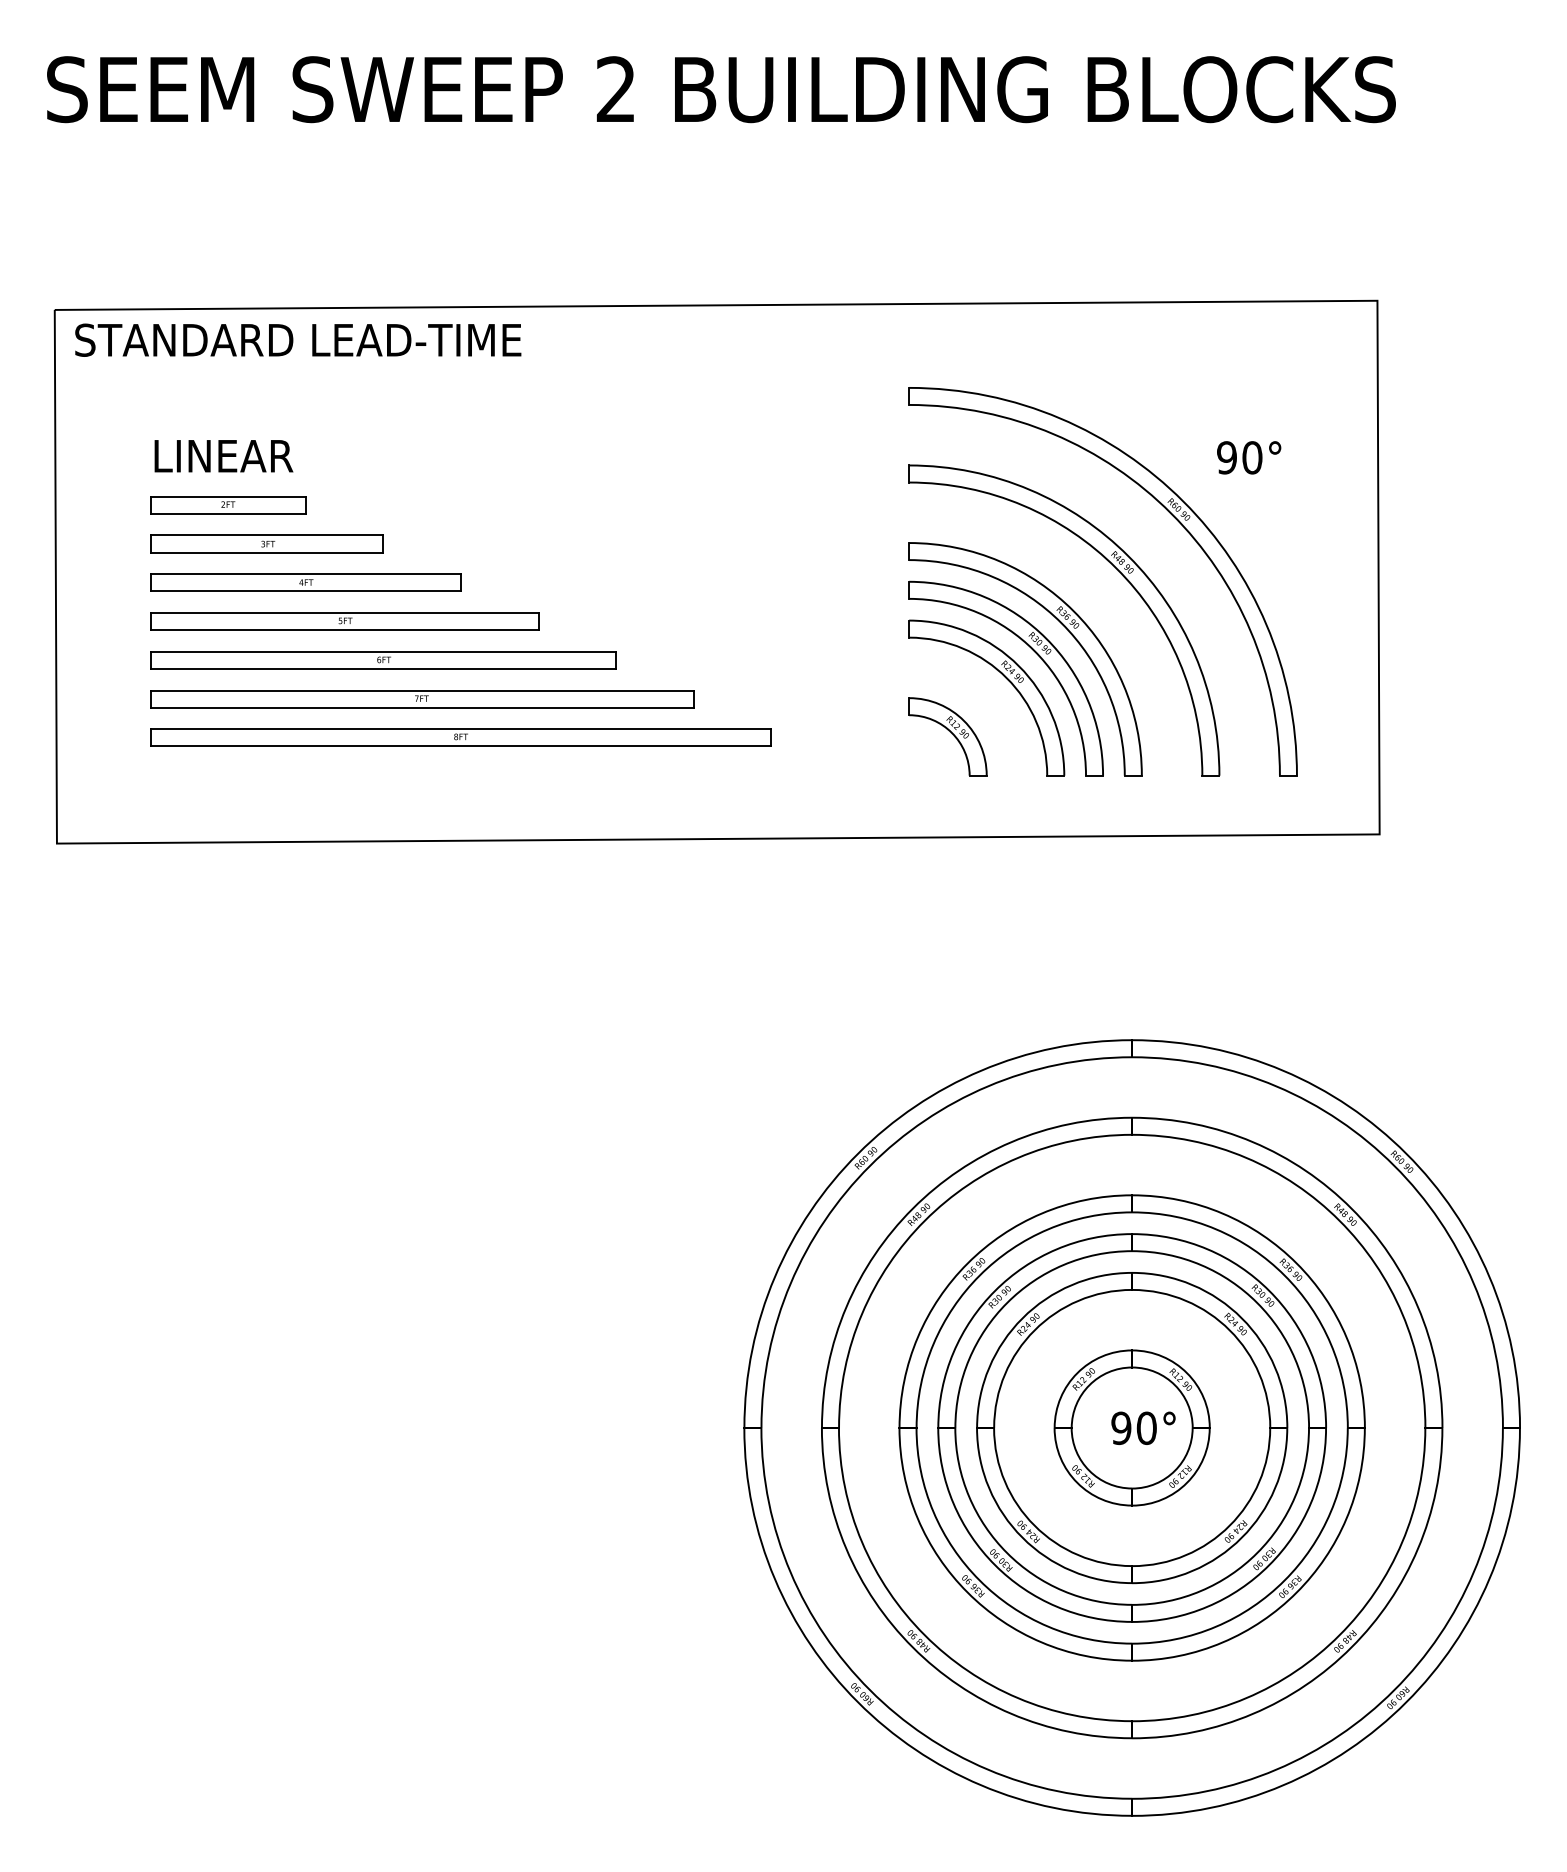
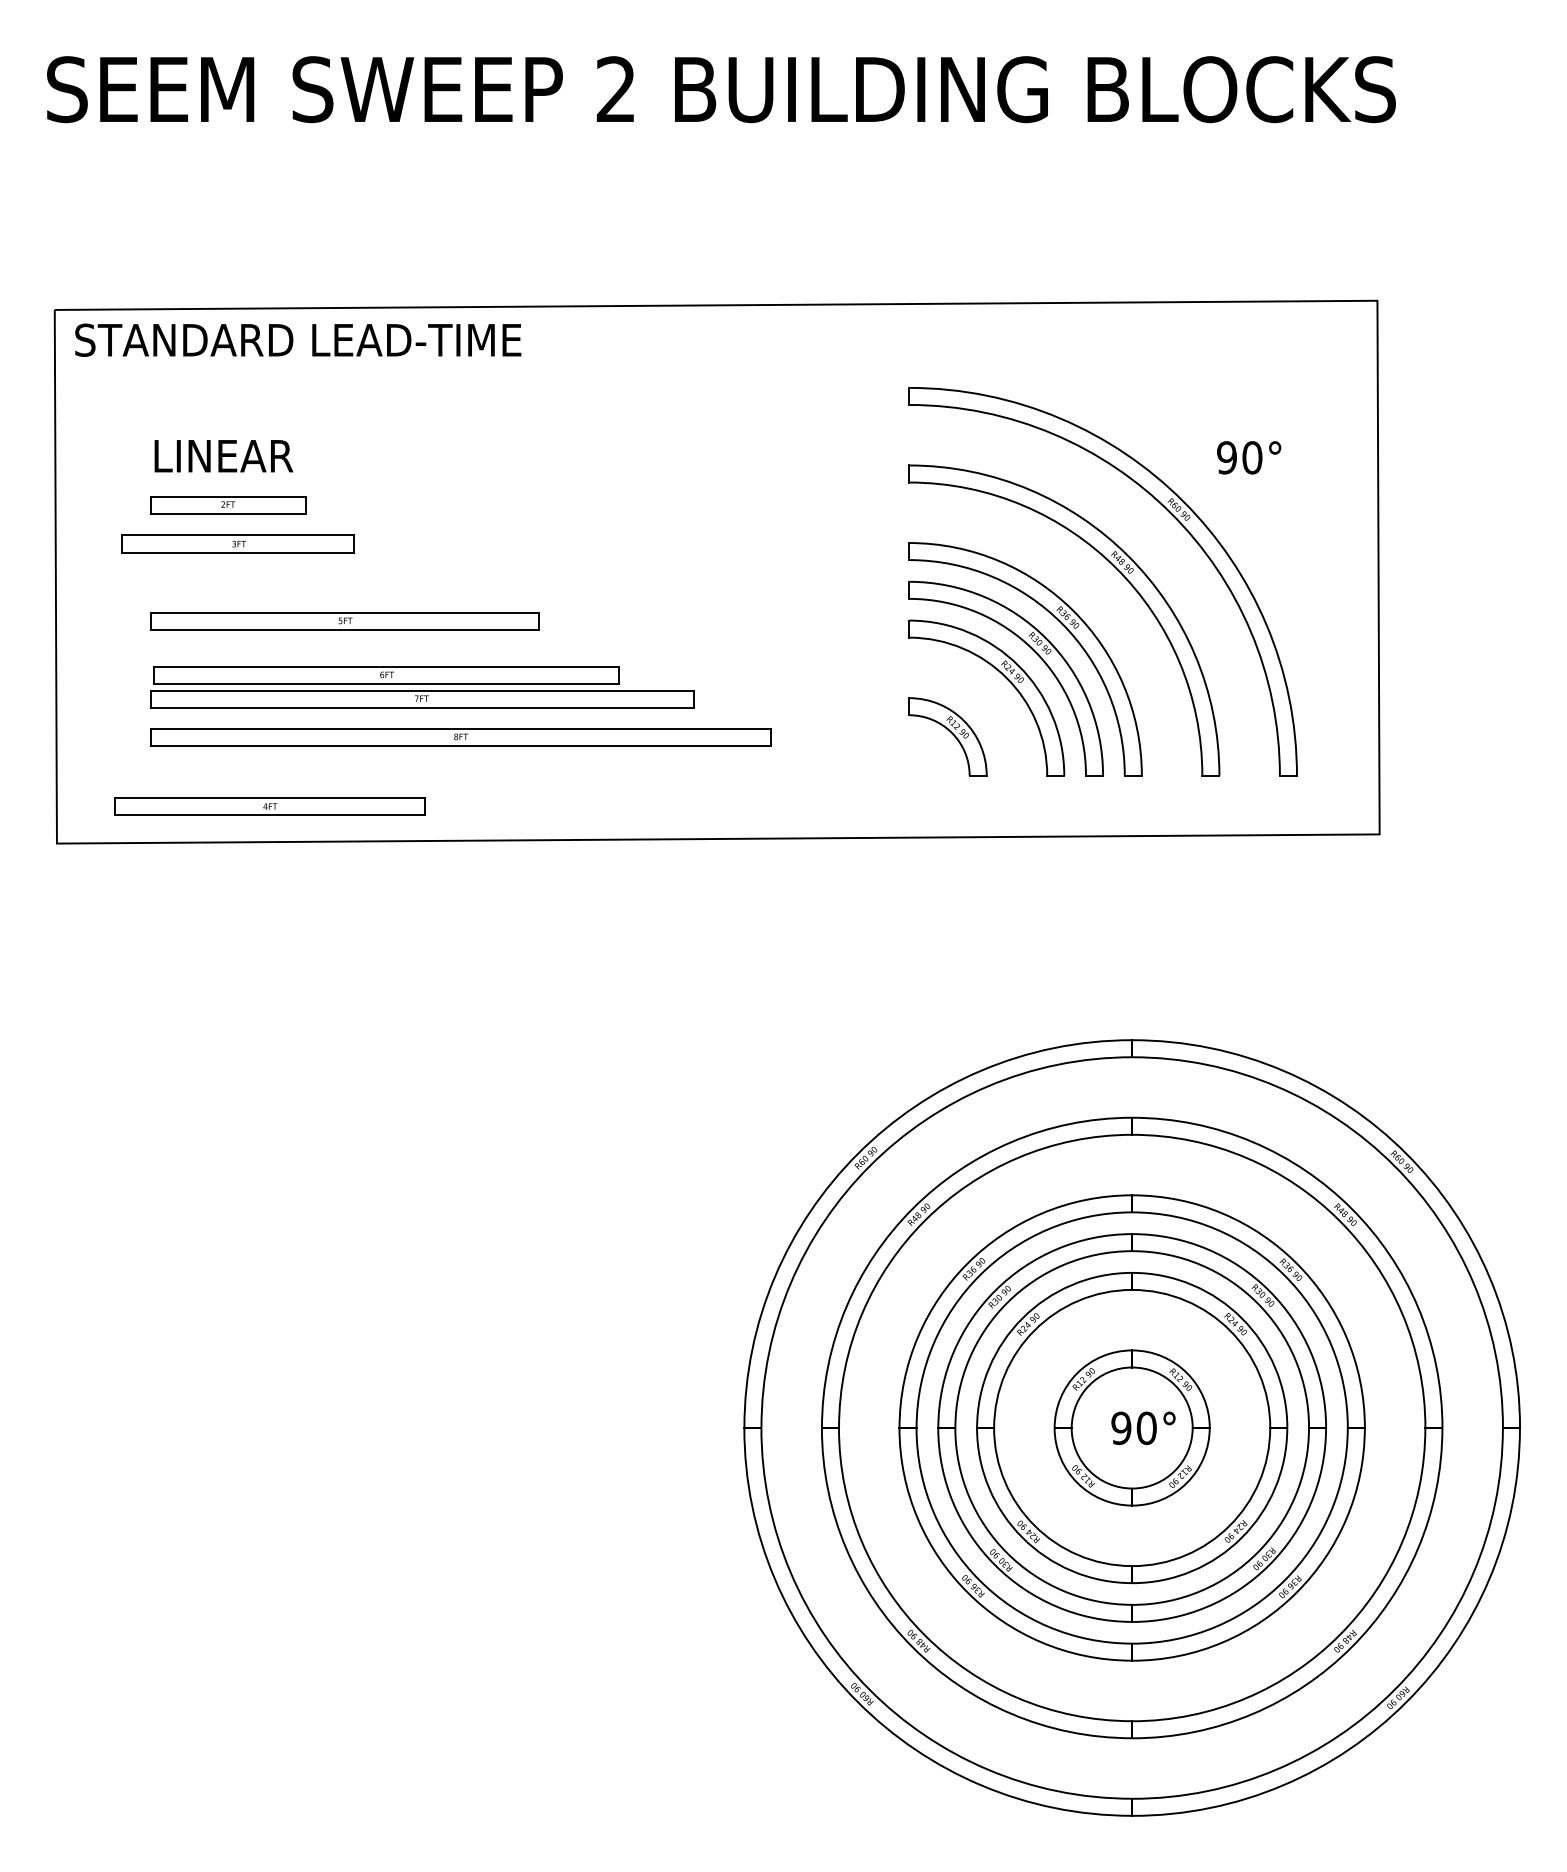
part at (266, 543) position: (266, 543) -> (237, 543)
part at (305, 582) position: (305, 582) -> (269, 806)
part at (383, 660) position: (383, 660) -> (386, 675)
